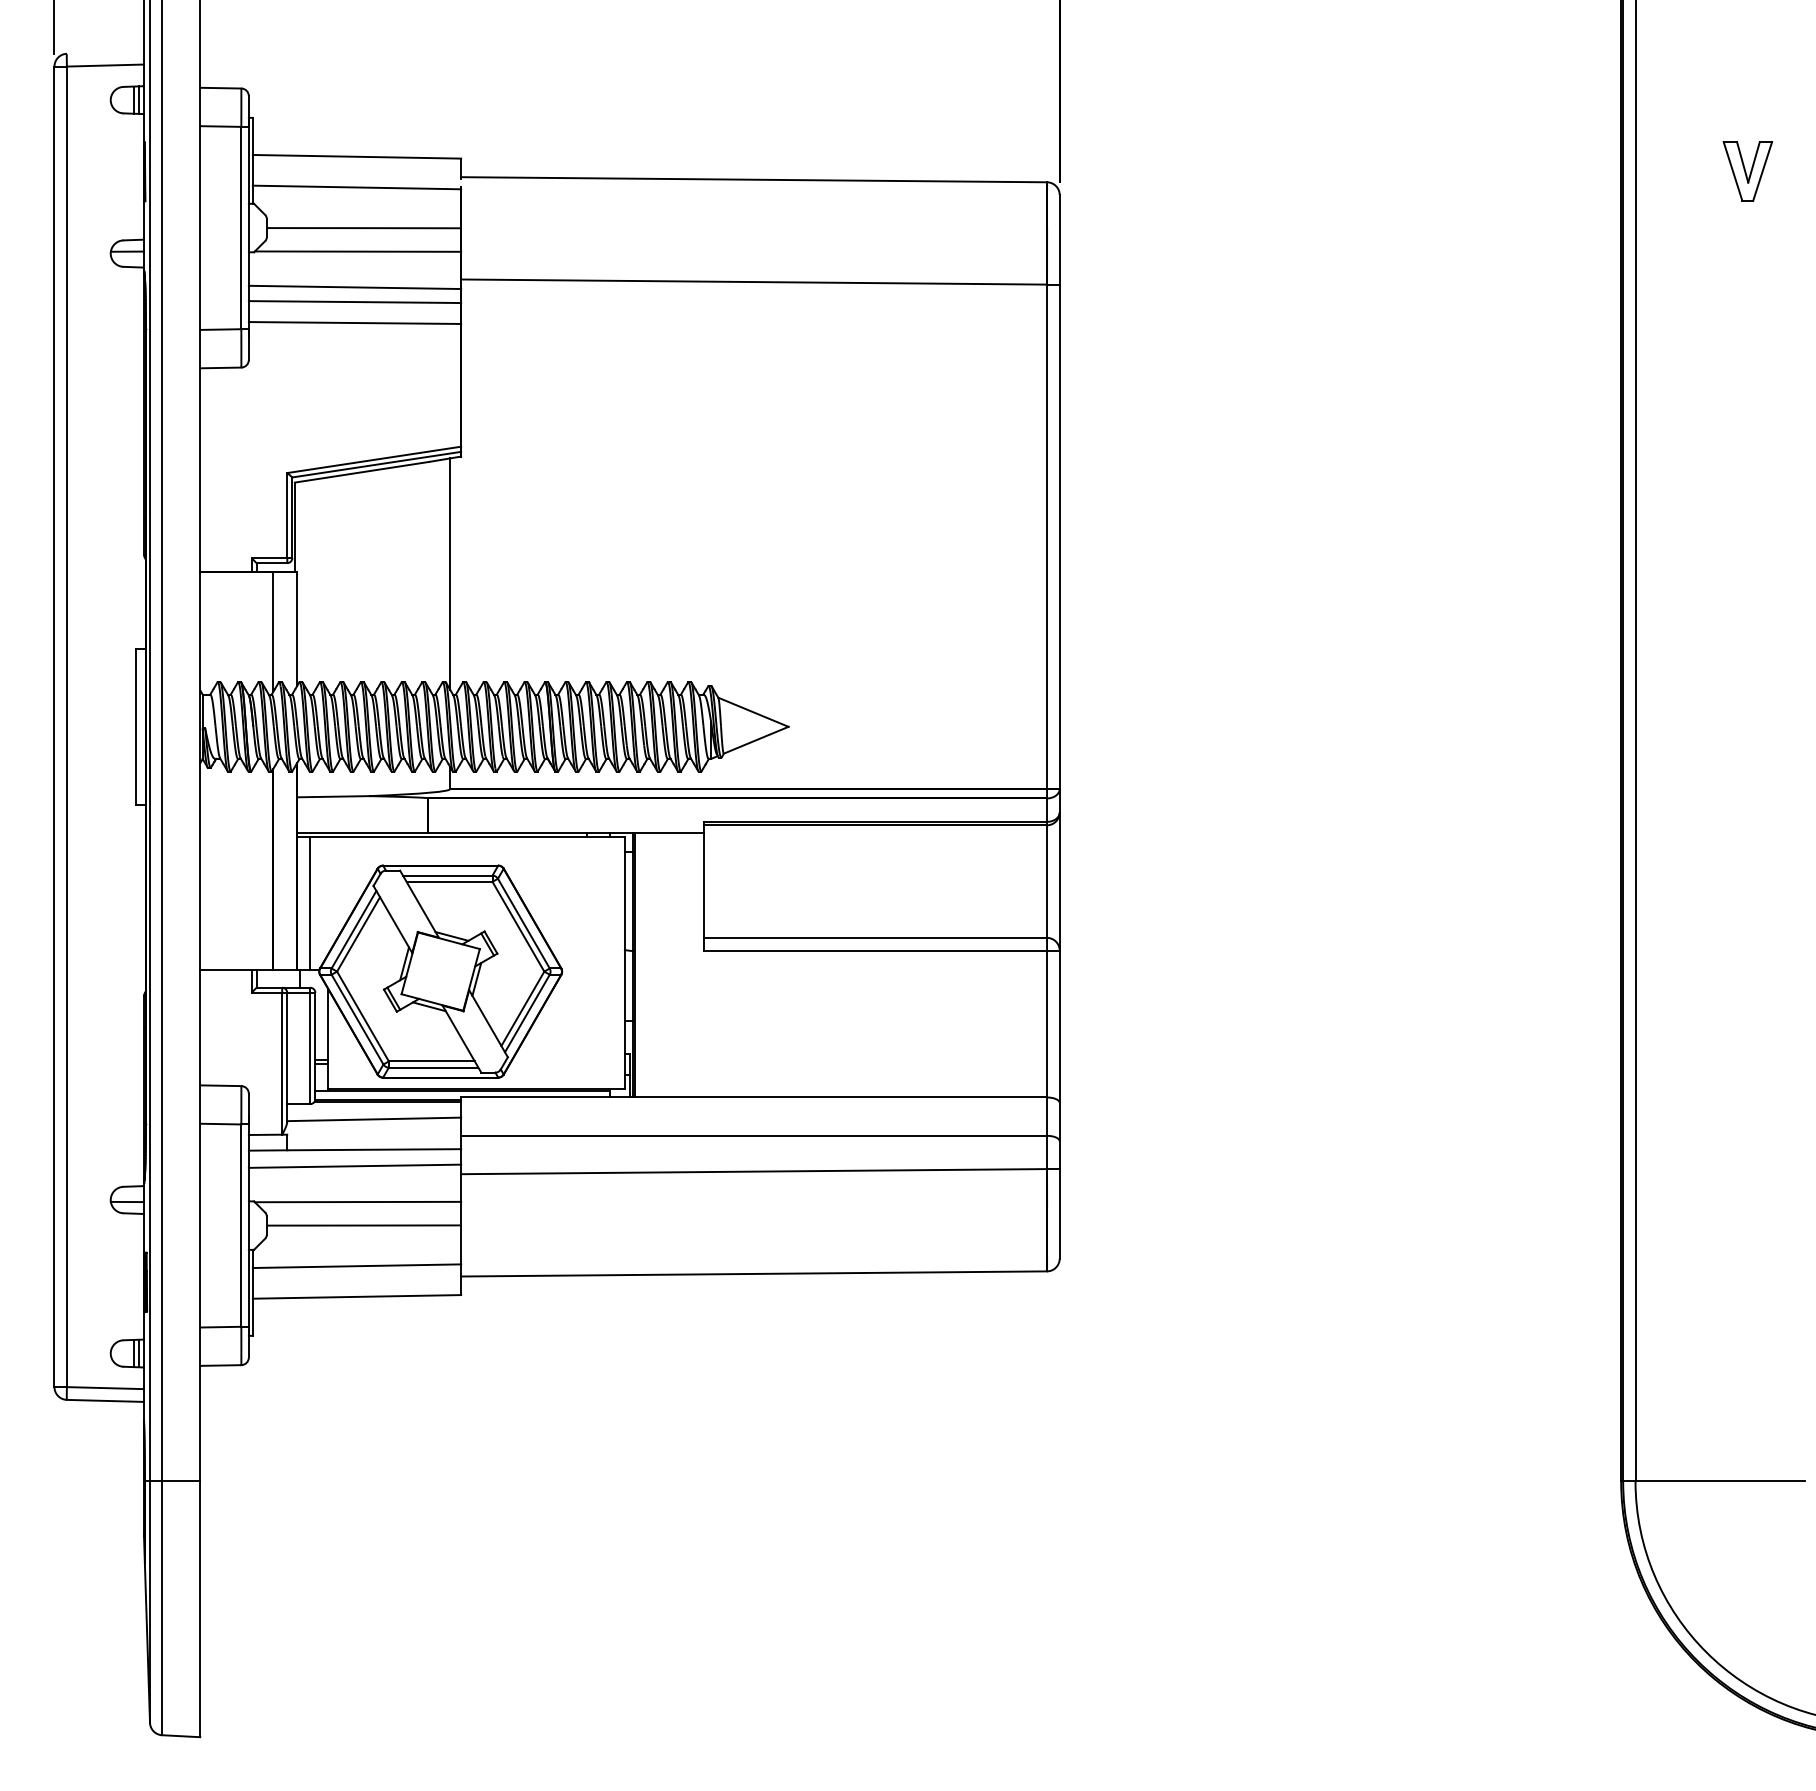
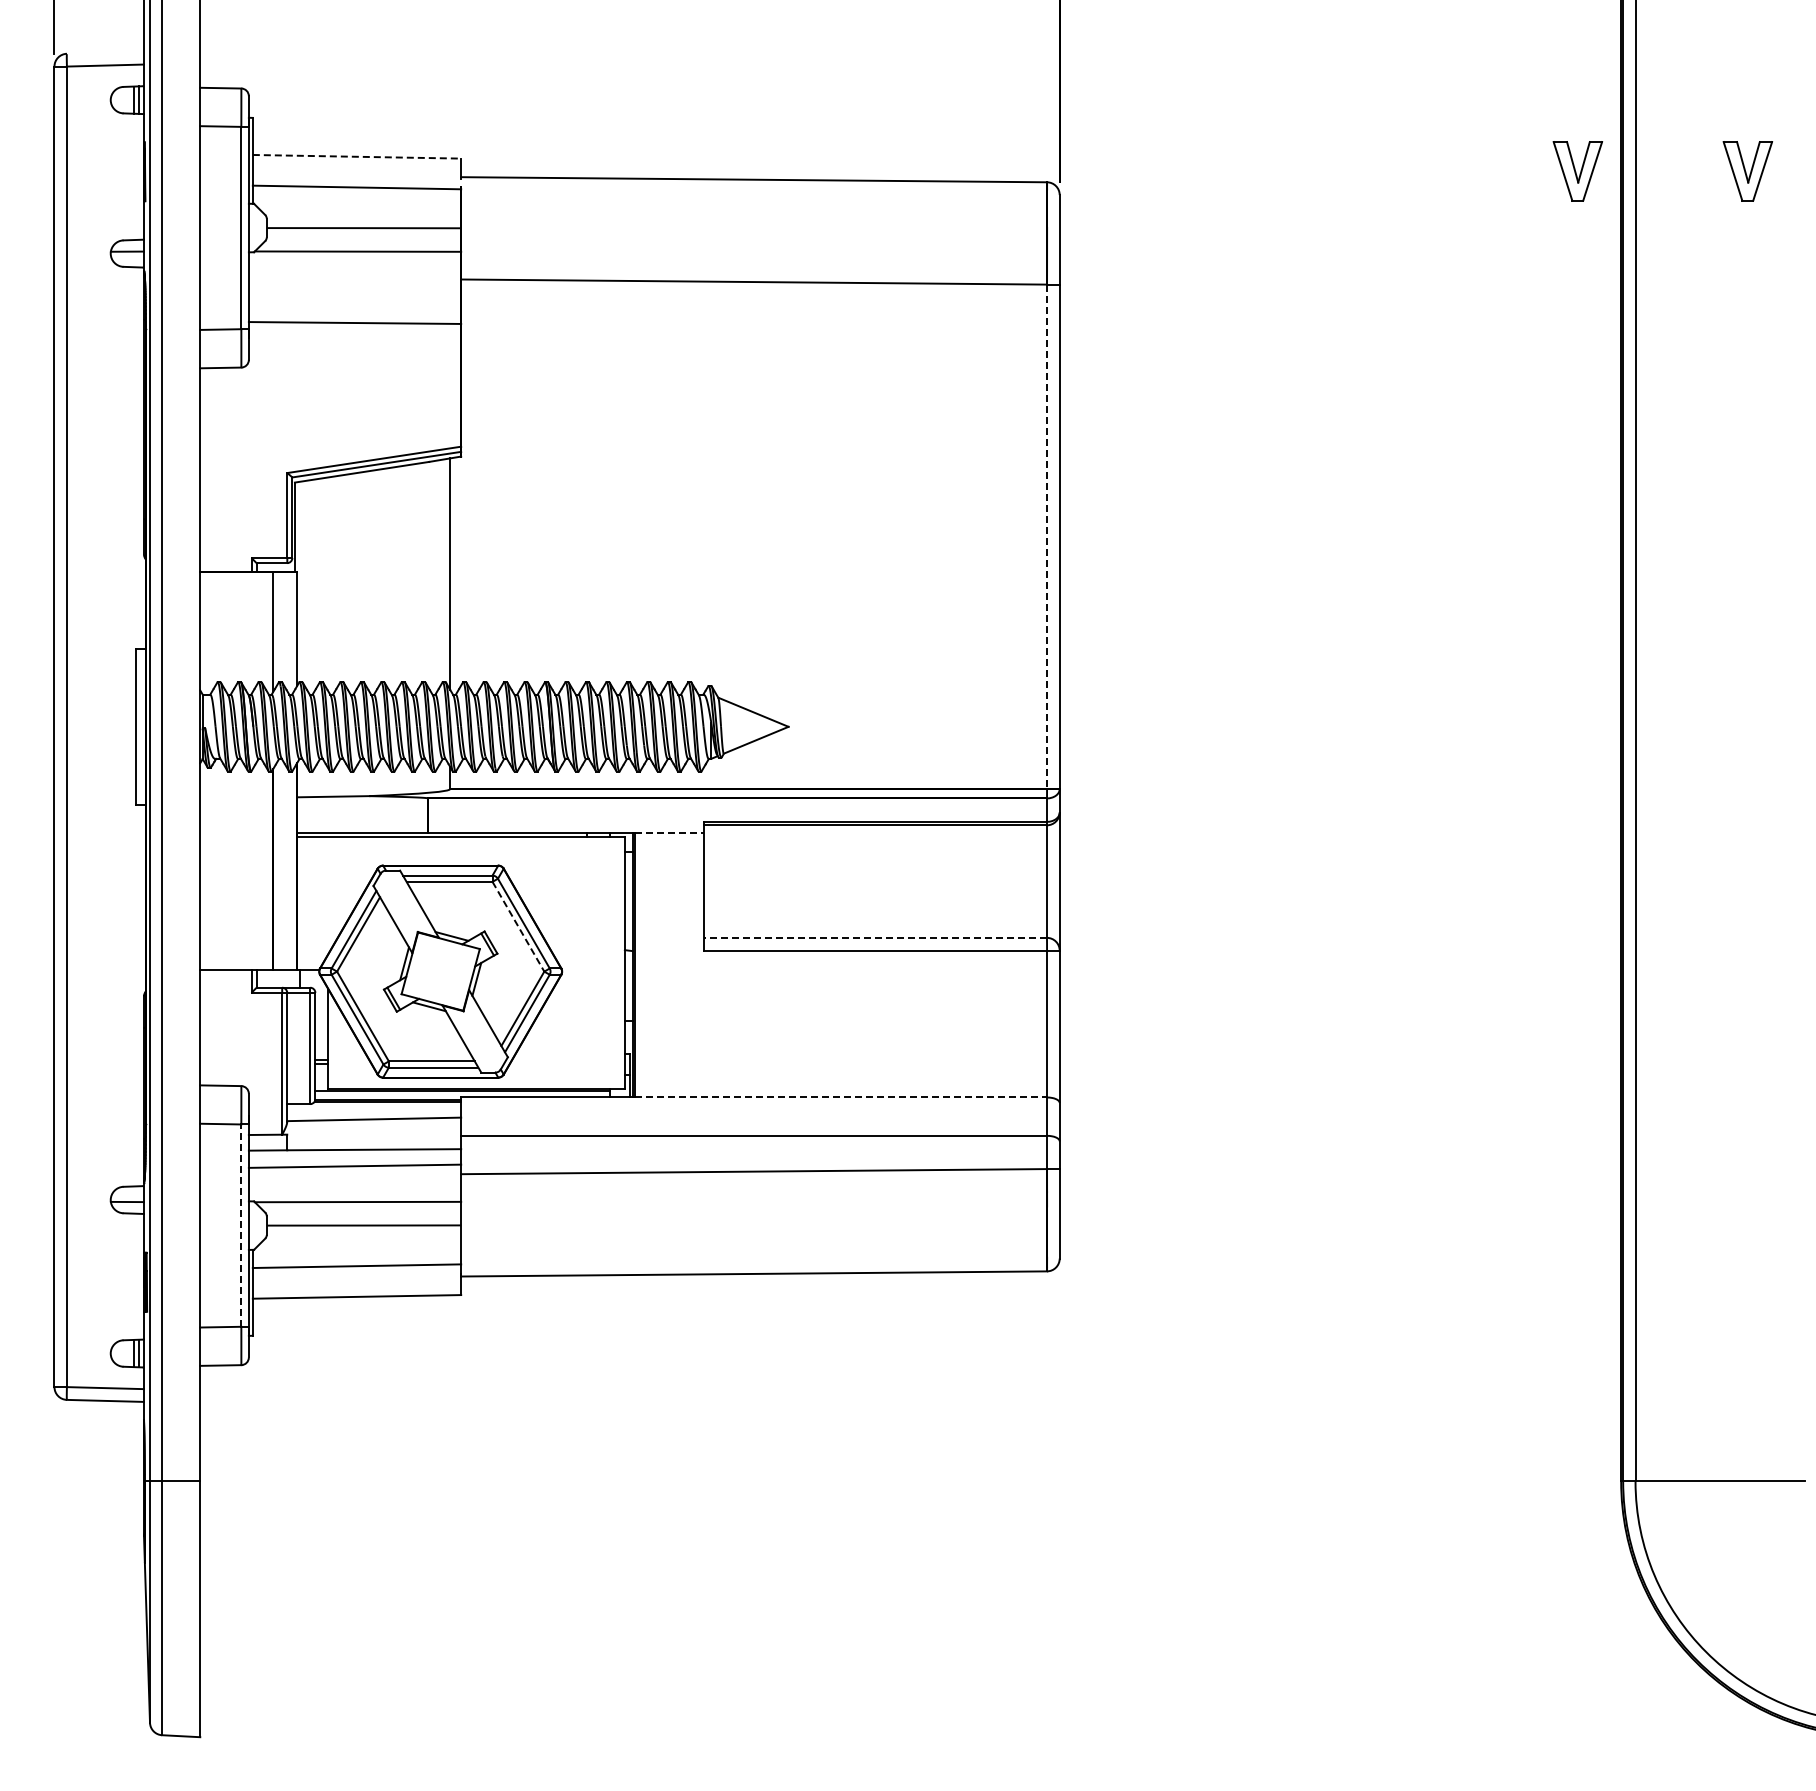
line at (357, 156): solid -> dashed
part at (1577, 171): none -> present
line at (354, 287): present -> none
line at (354, 302): present -> none
line at (1047, 537): solid -> dashed
line at (669, 833): solid -> dashed
line at (310, 902): present -> none
line at (518, 926): solid -> dashed
line at (875, 937): solid -> dashed
line at (841, 1097): solid -> dashed
line at (241, 1225): solid -> dashed
